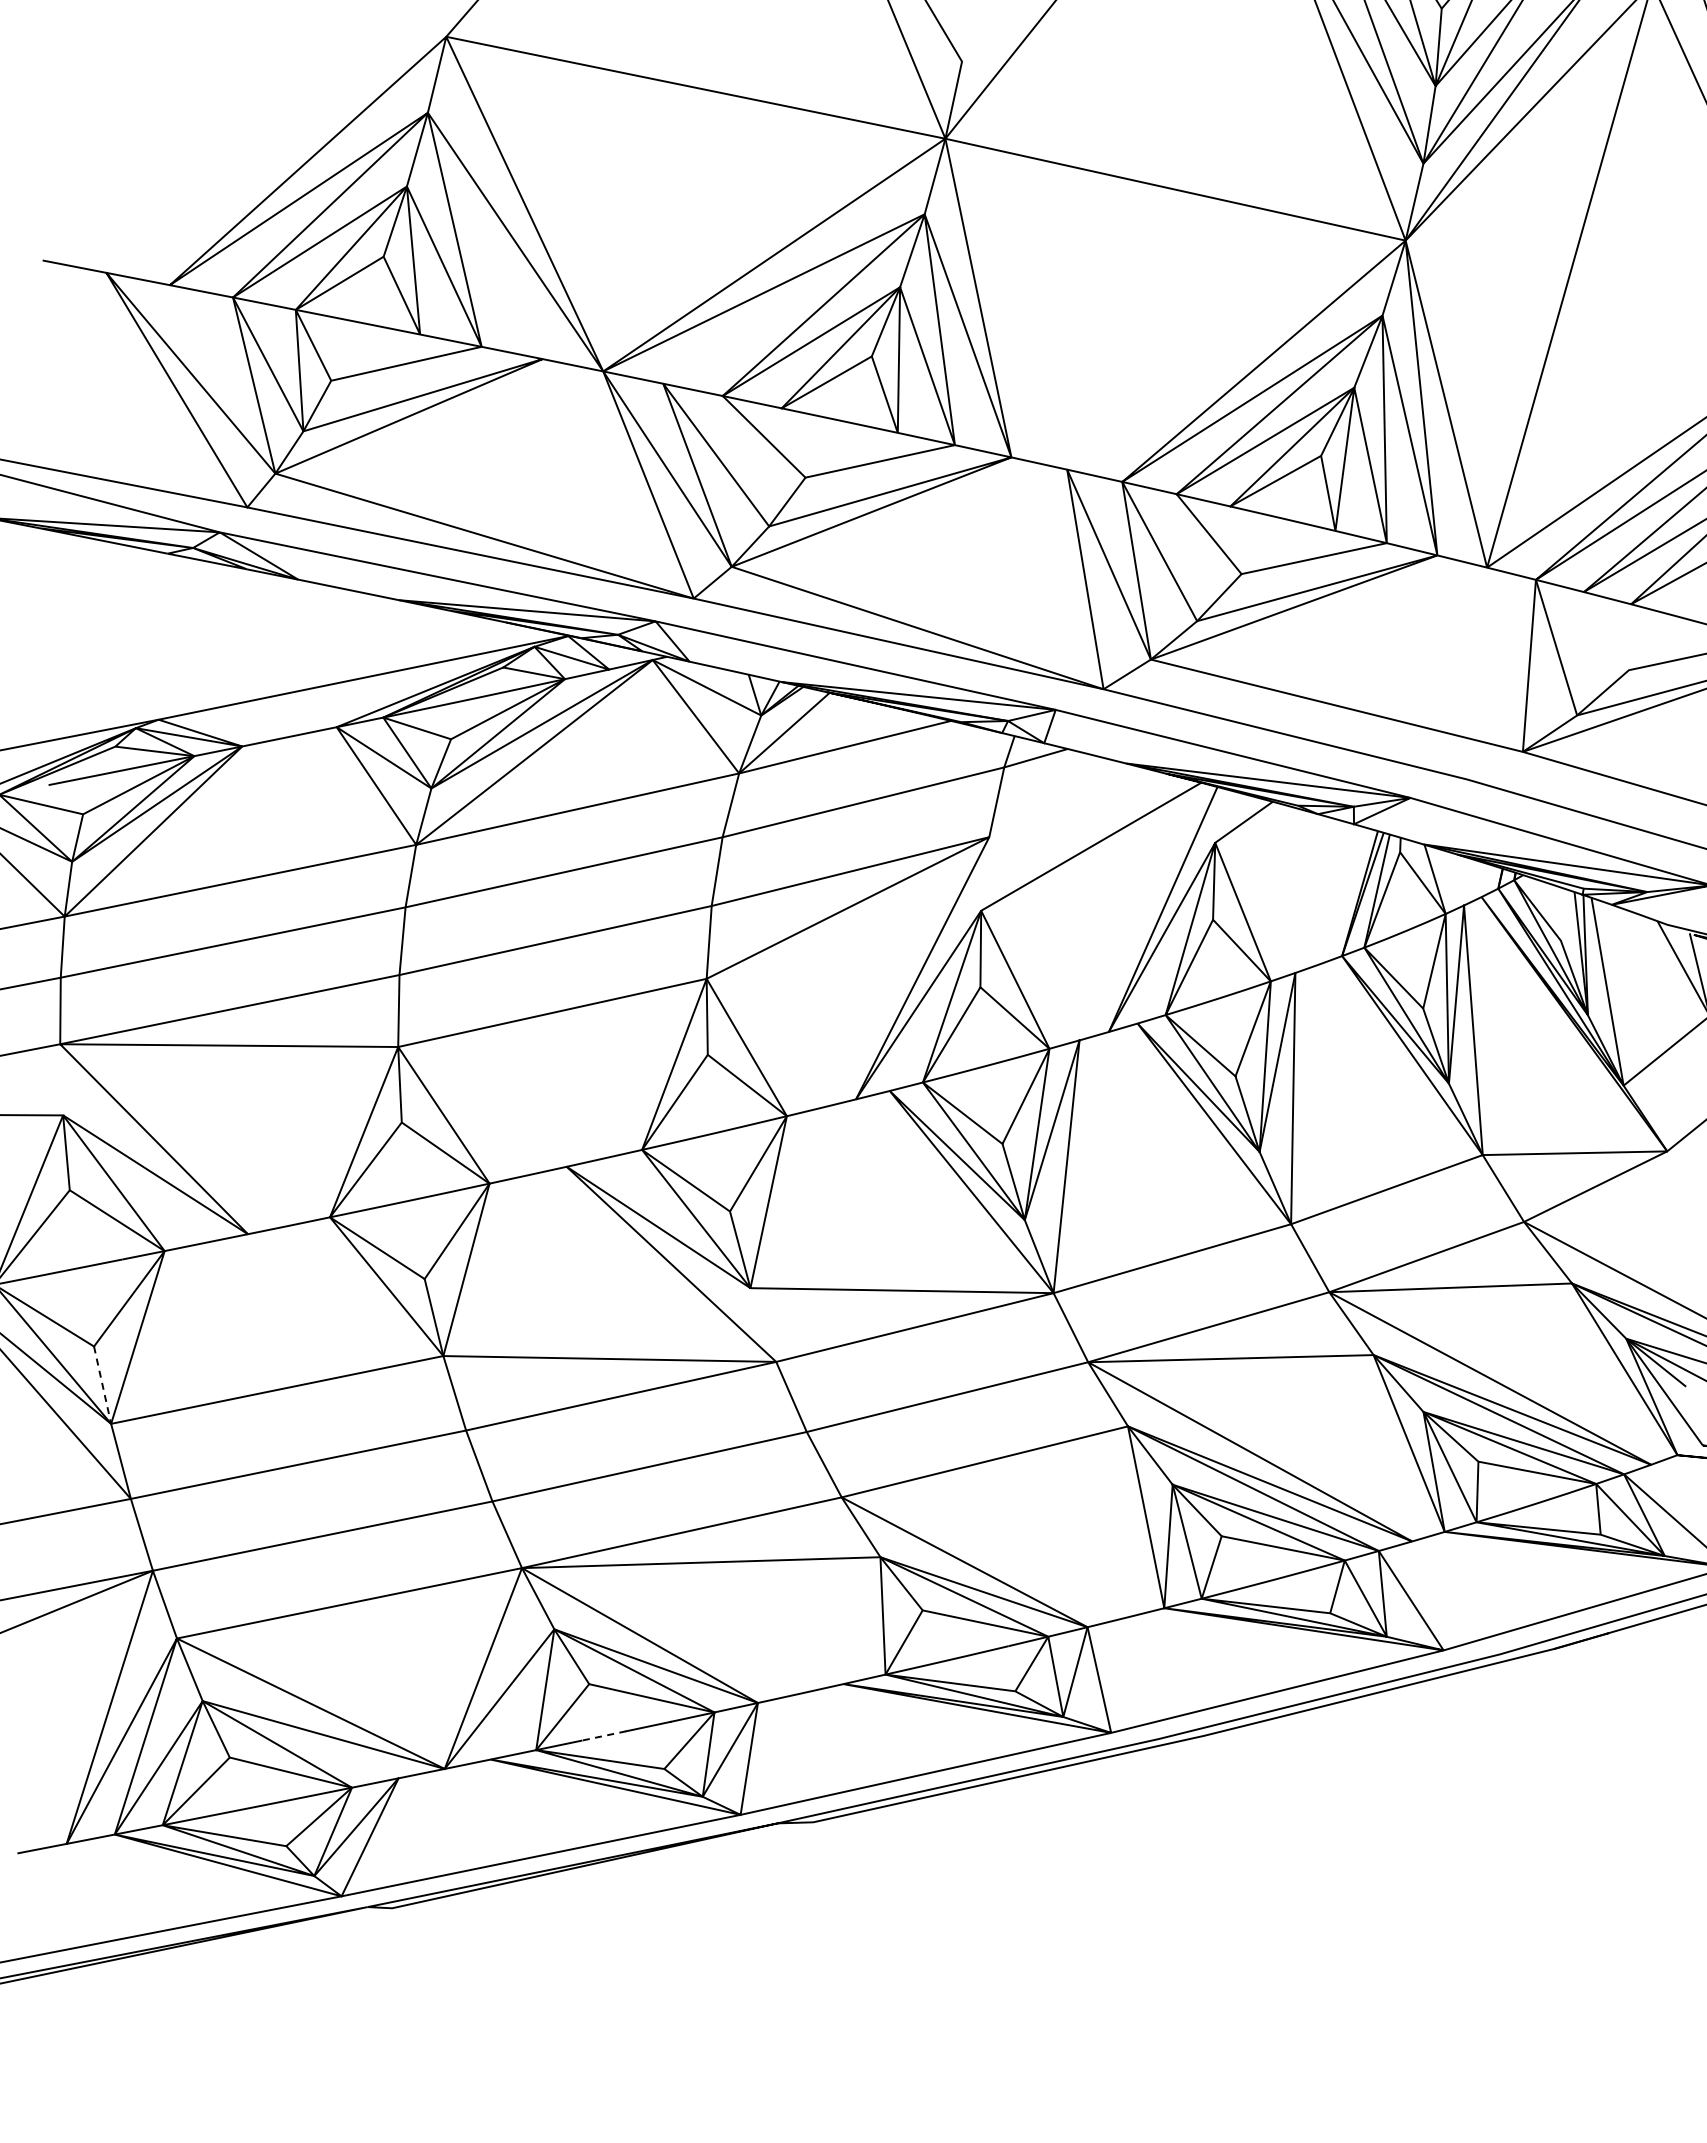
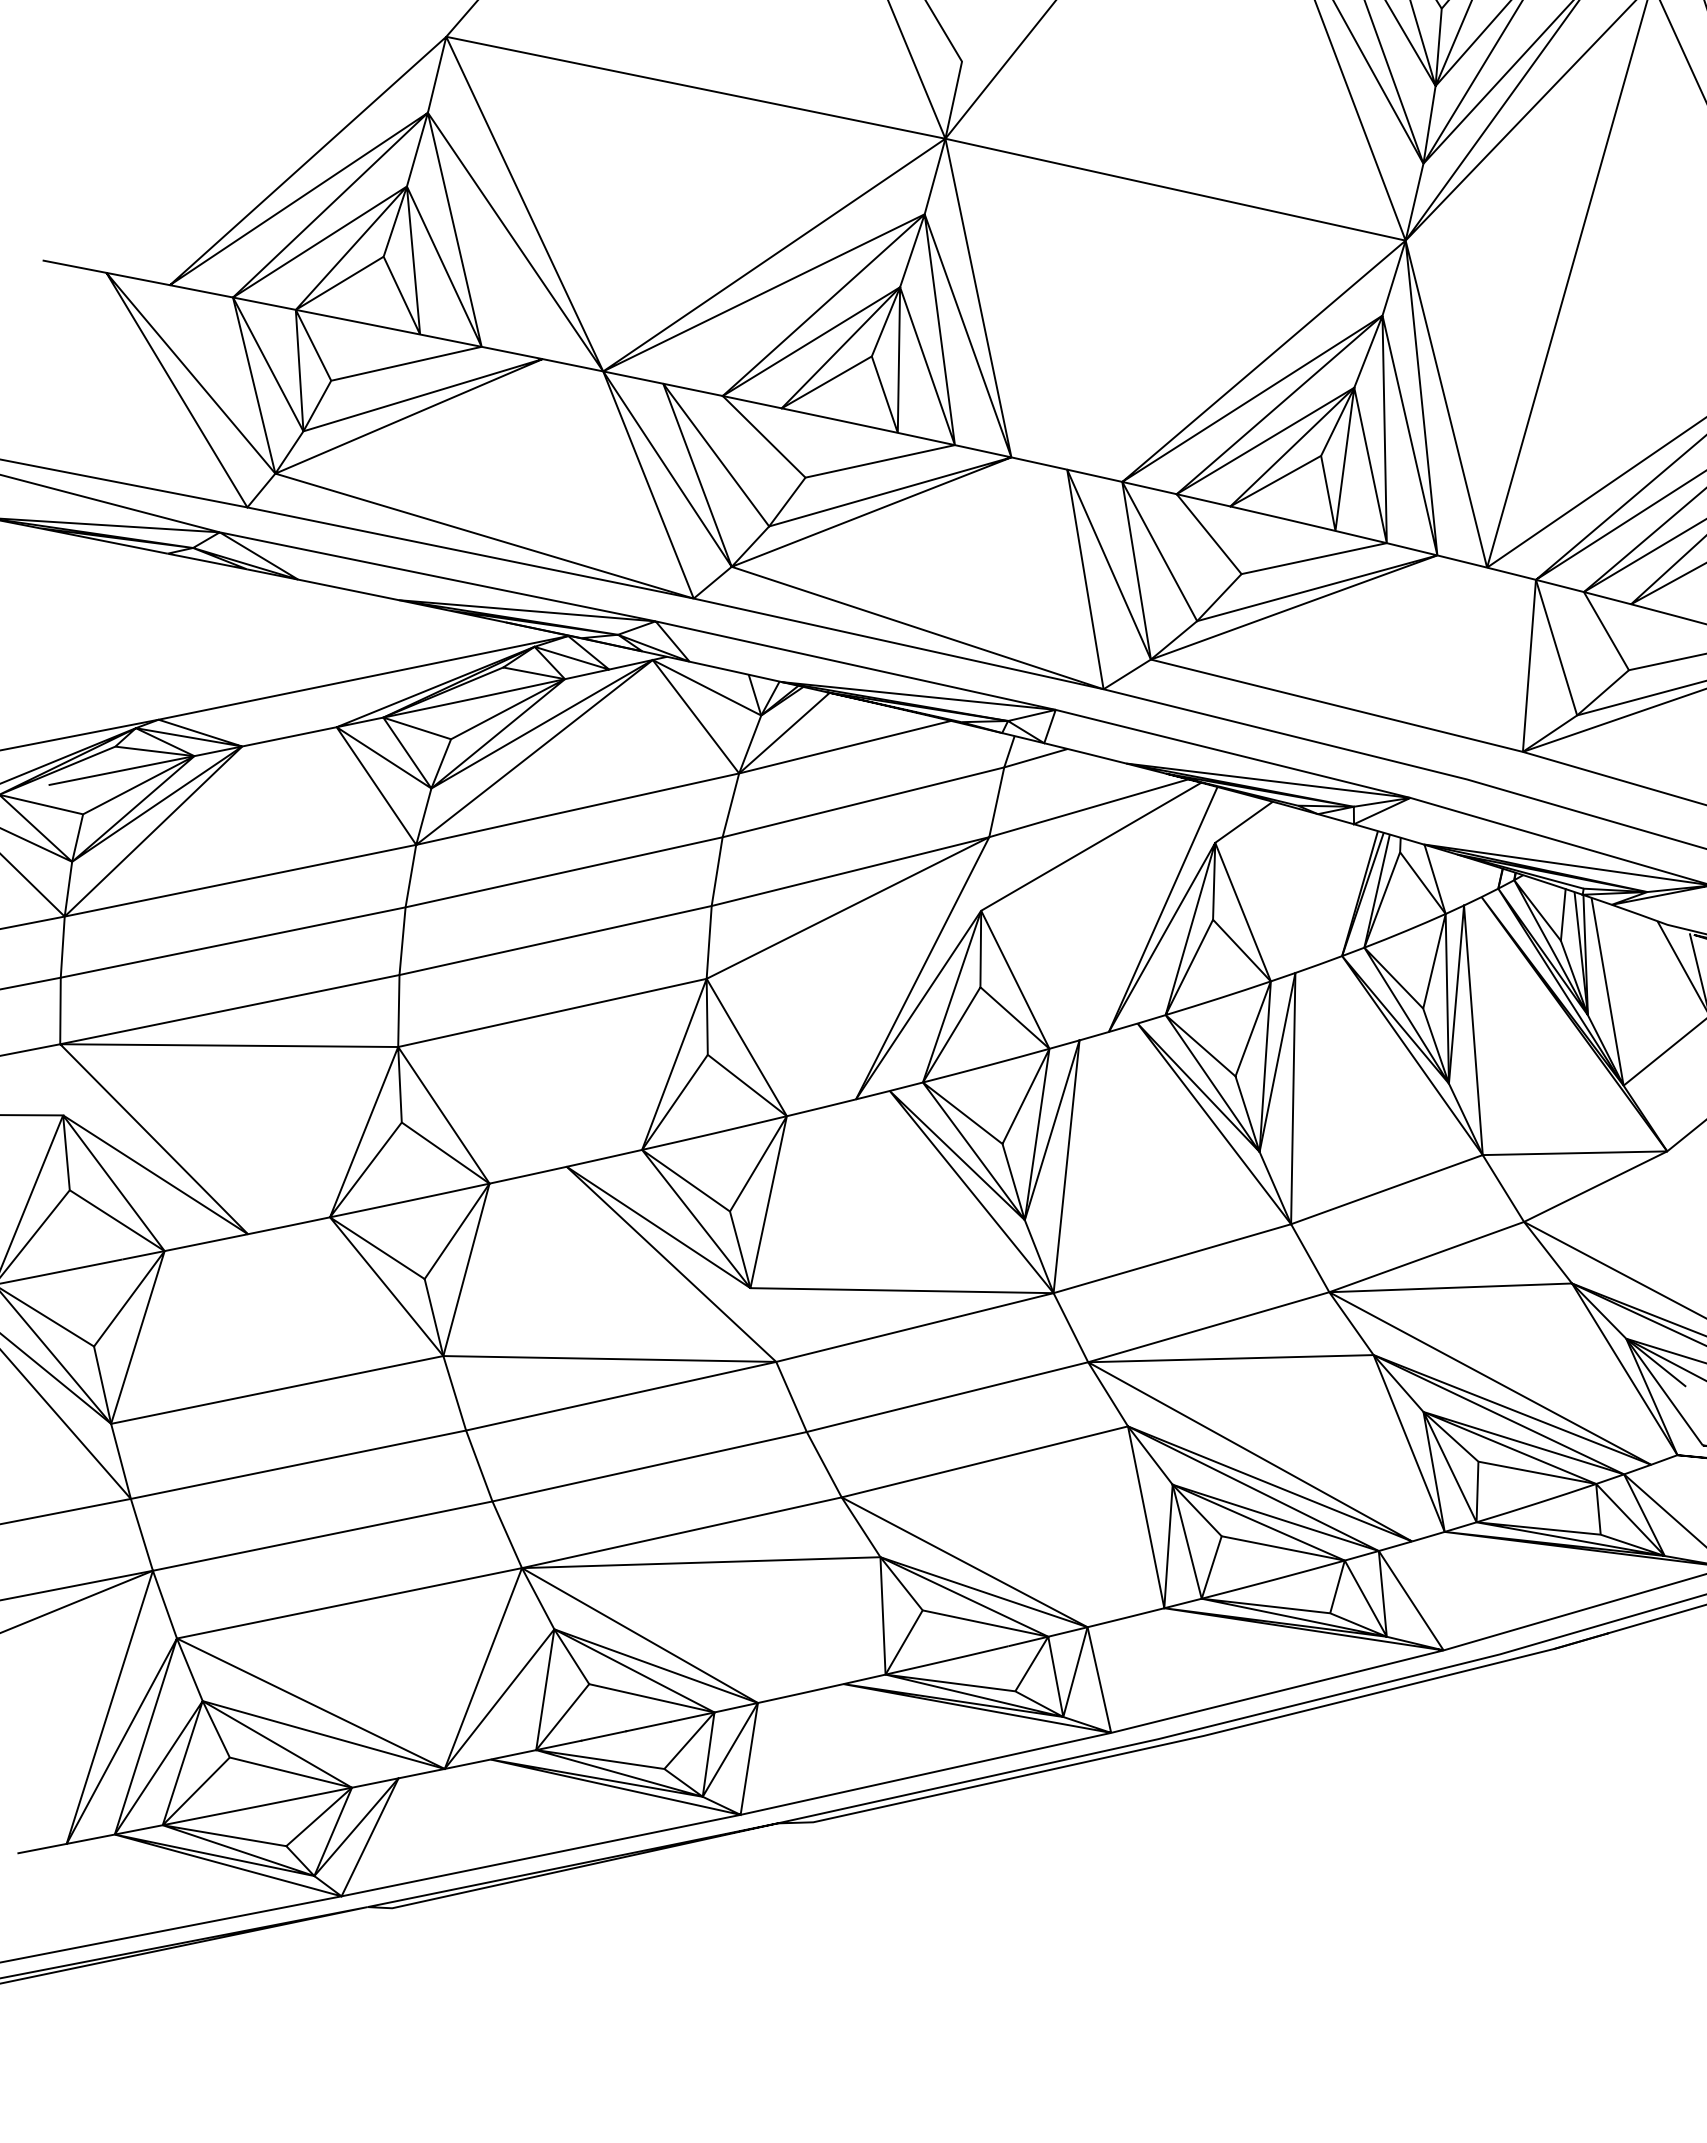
line at (1605, 631): none -> present
line at (1088, 808): none -> present
line at (1562, 914): none -> present
line at (102, 1385): dashed -> solid
line at (603, 1736): dashed -> solid
